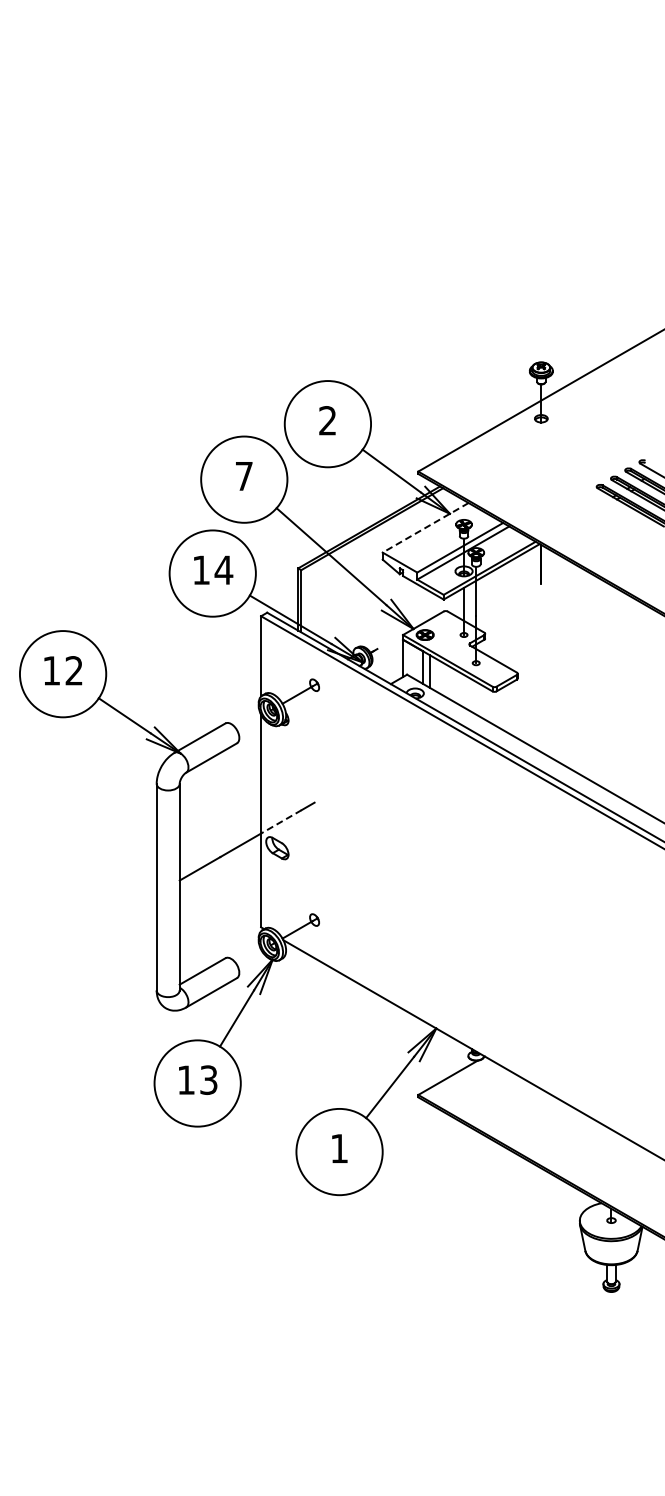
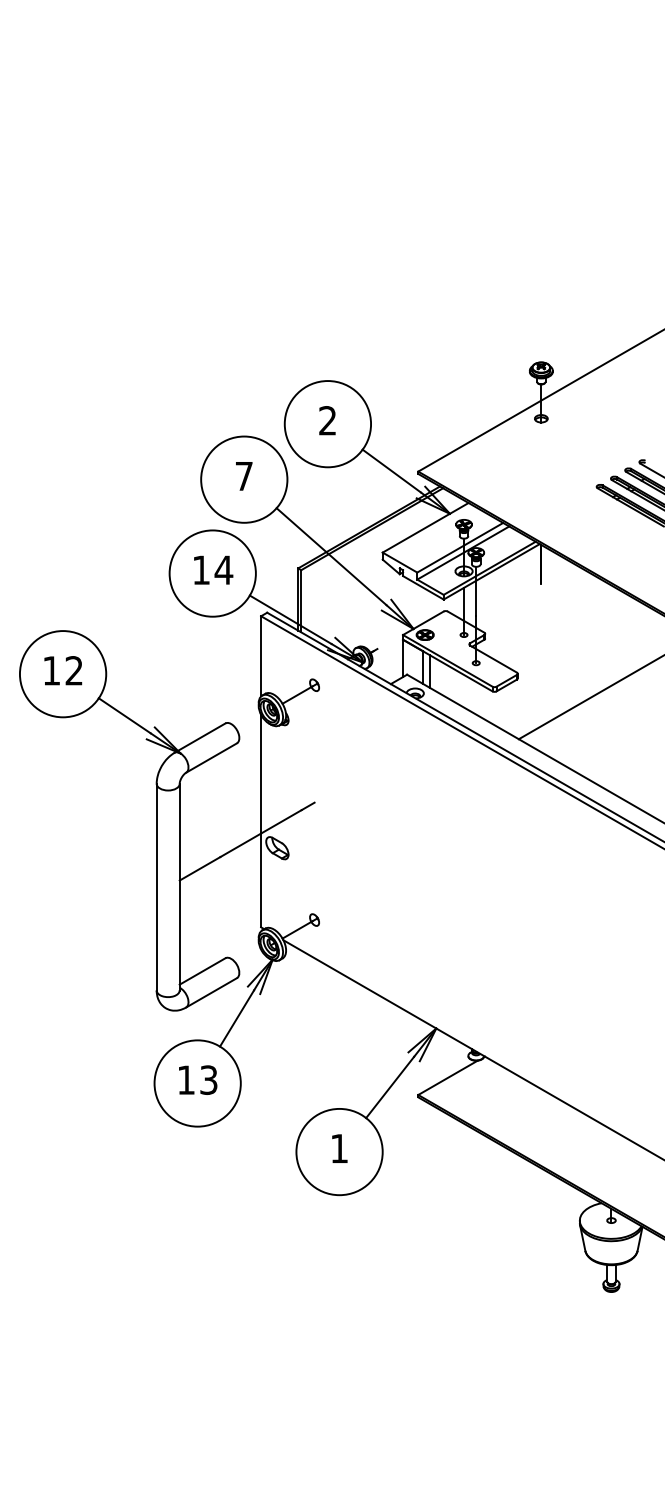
line at (425, 527): dashed -> solid
line at (589, 697): none -> present
line at (280, 822): dashed -> solid
